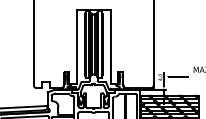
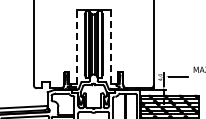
line at (76, 46): solid -> dashed
line at (110, 46): solid -> dashed
